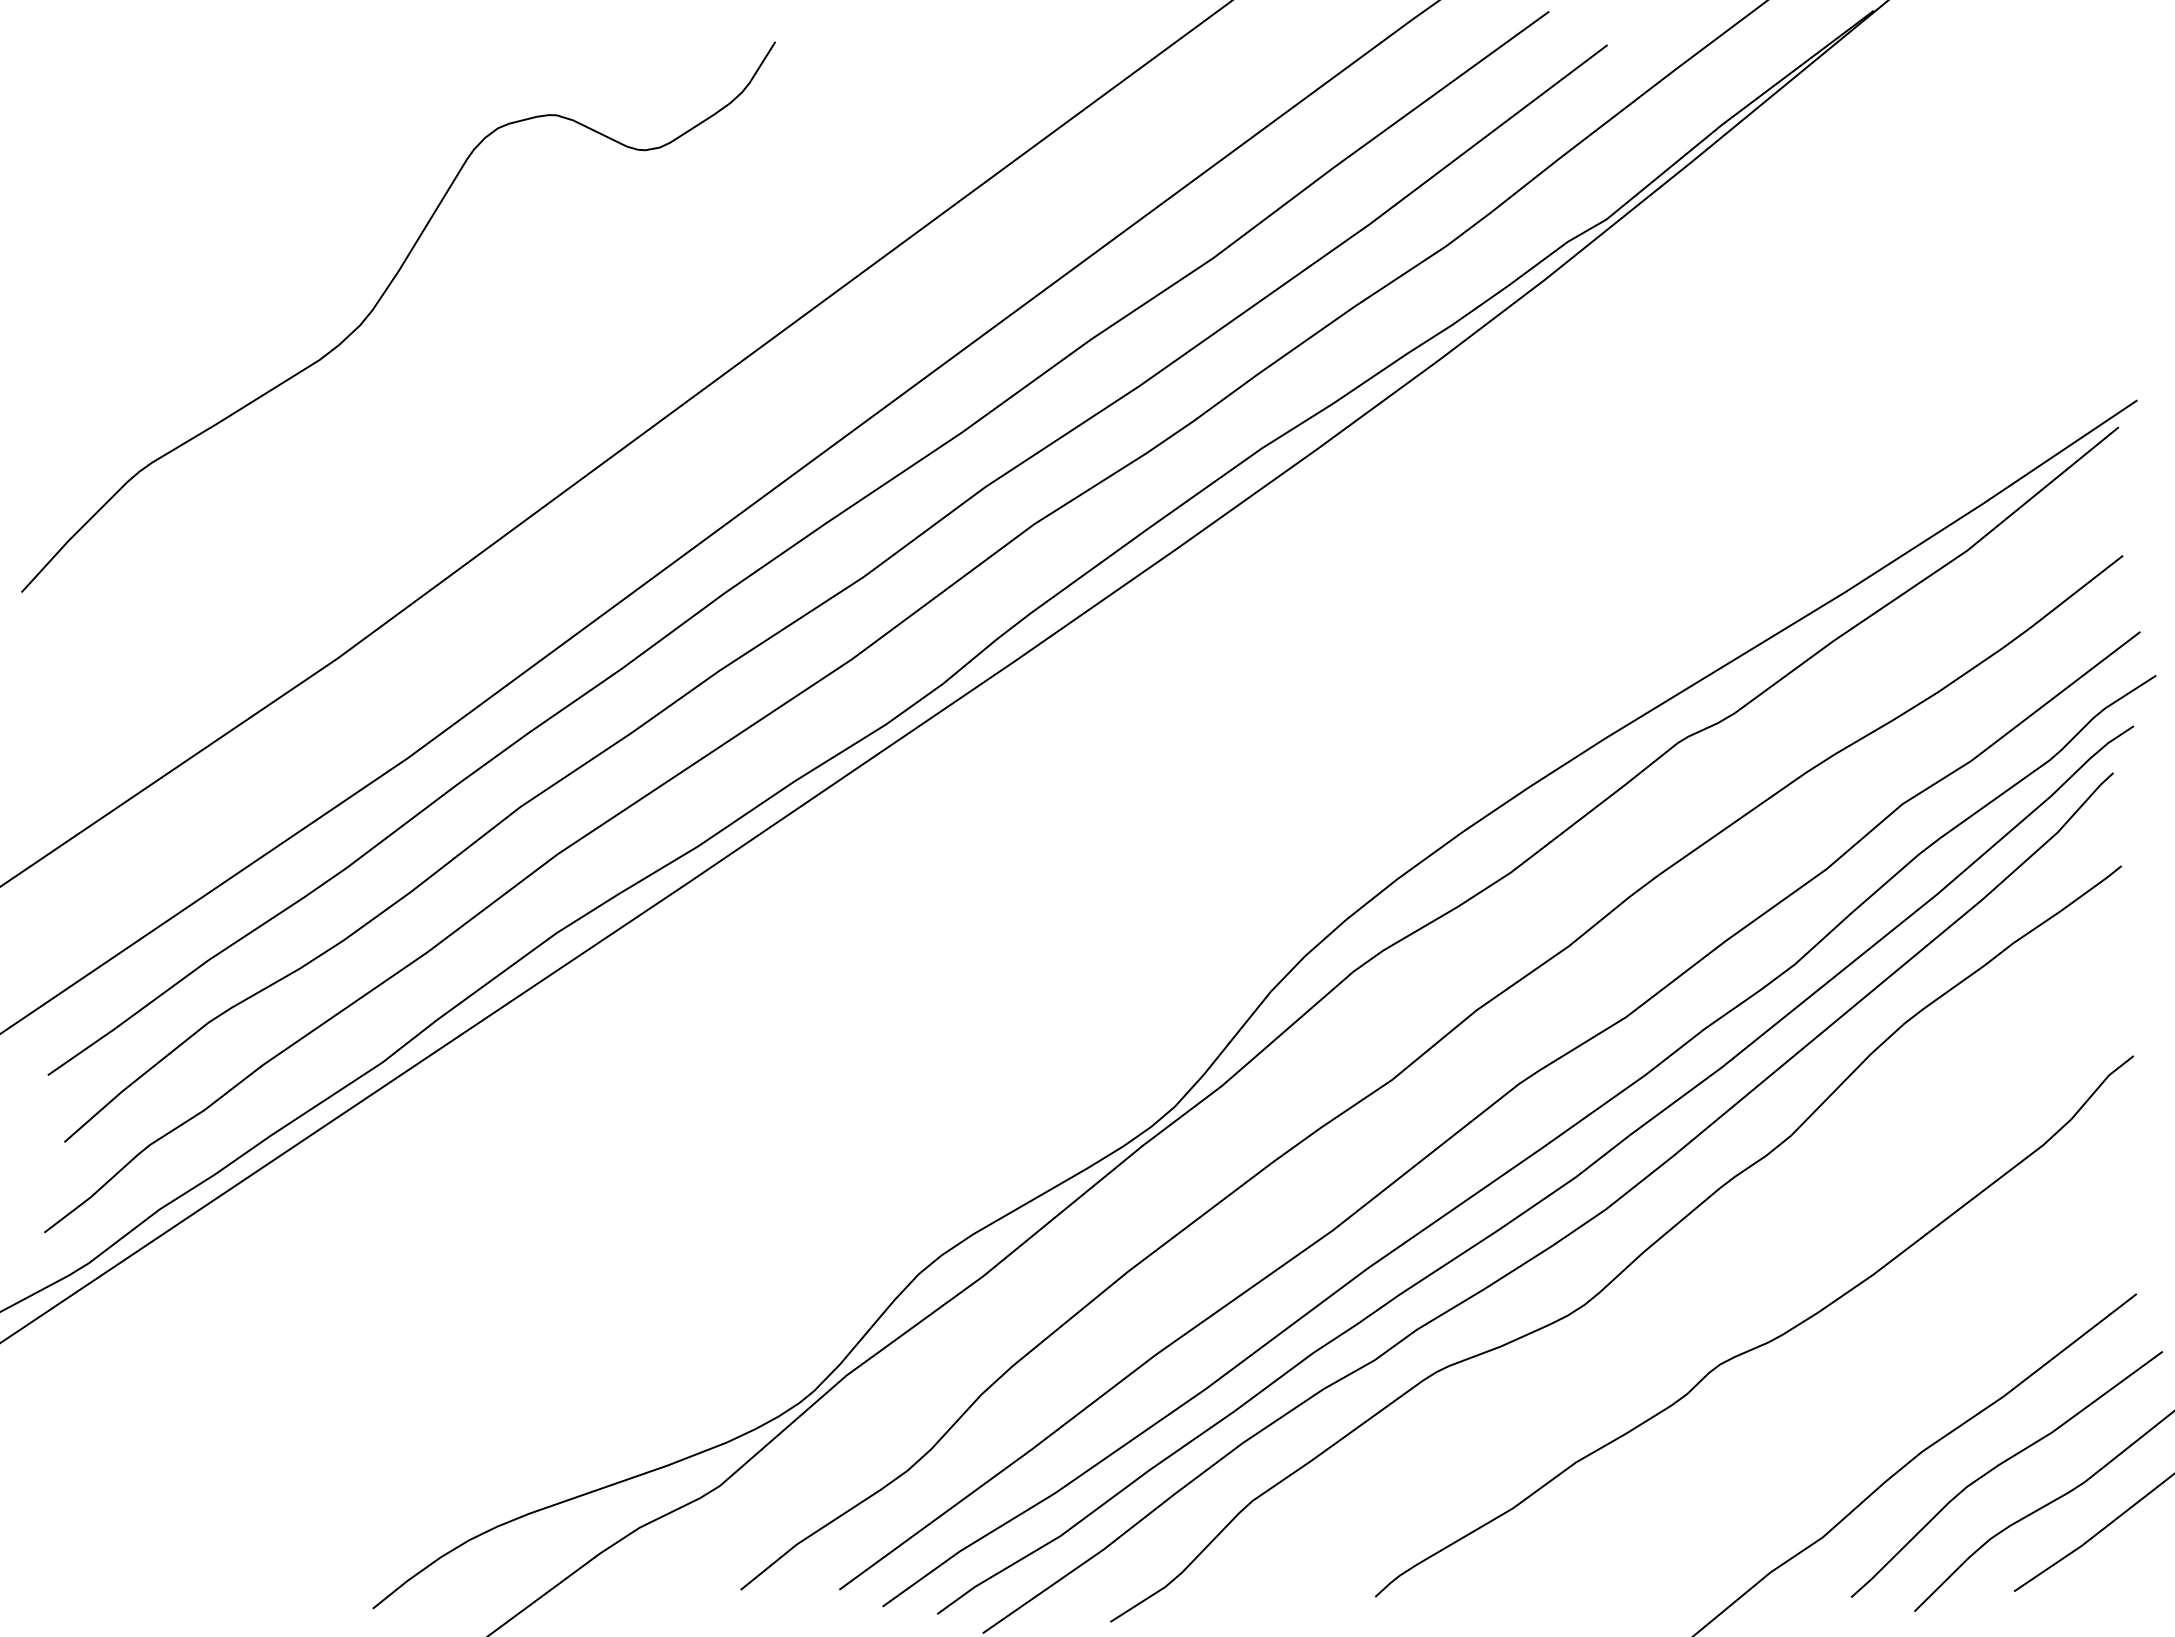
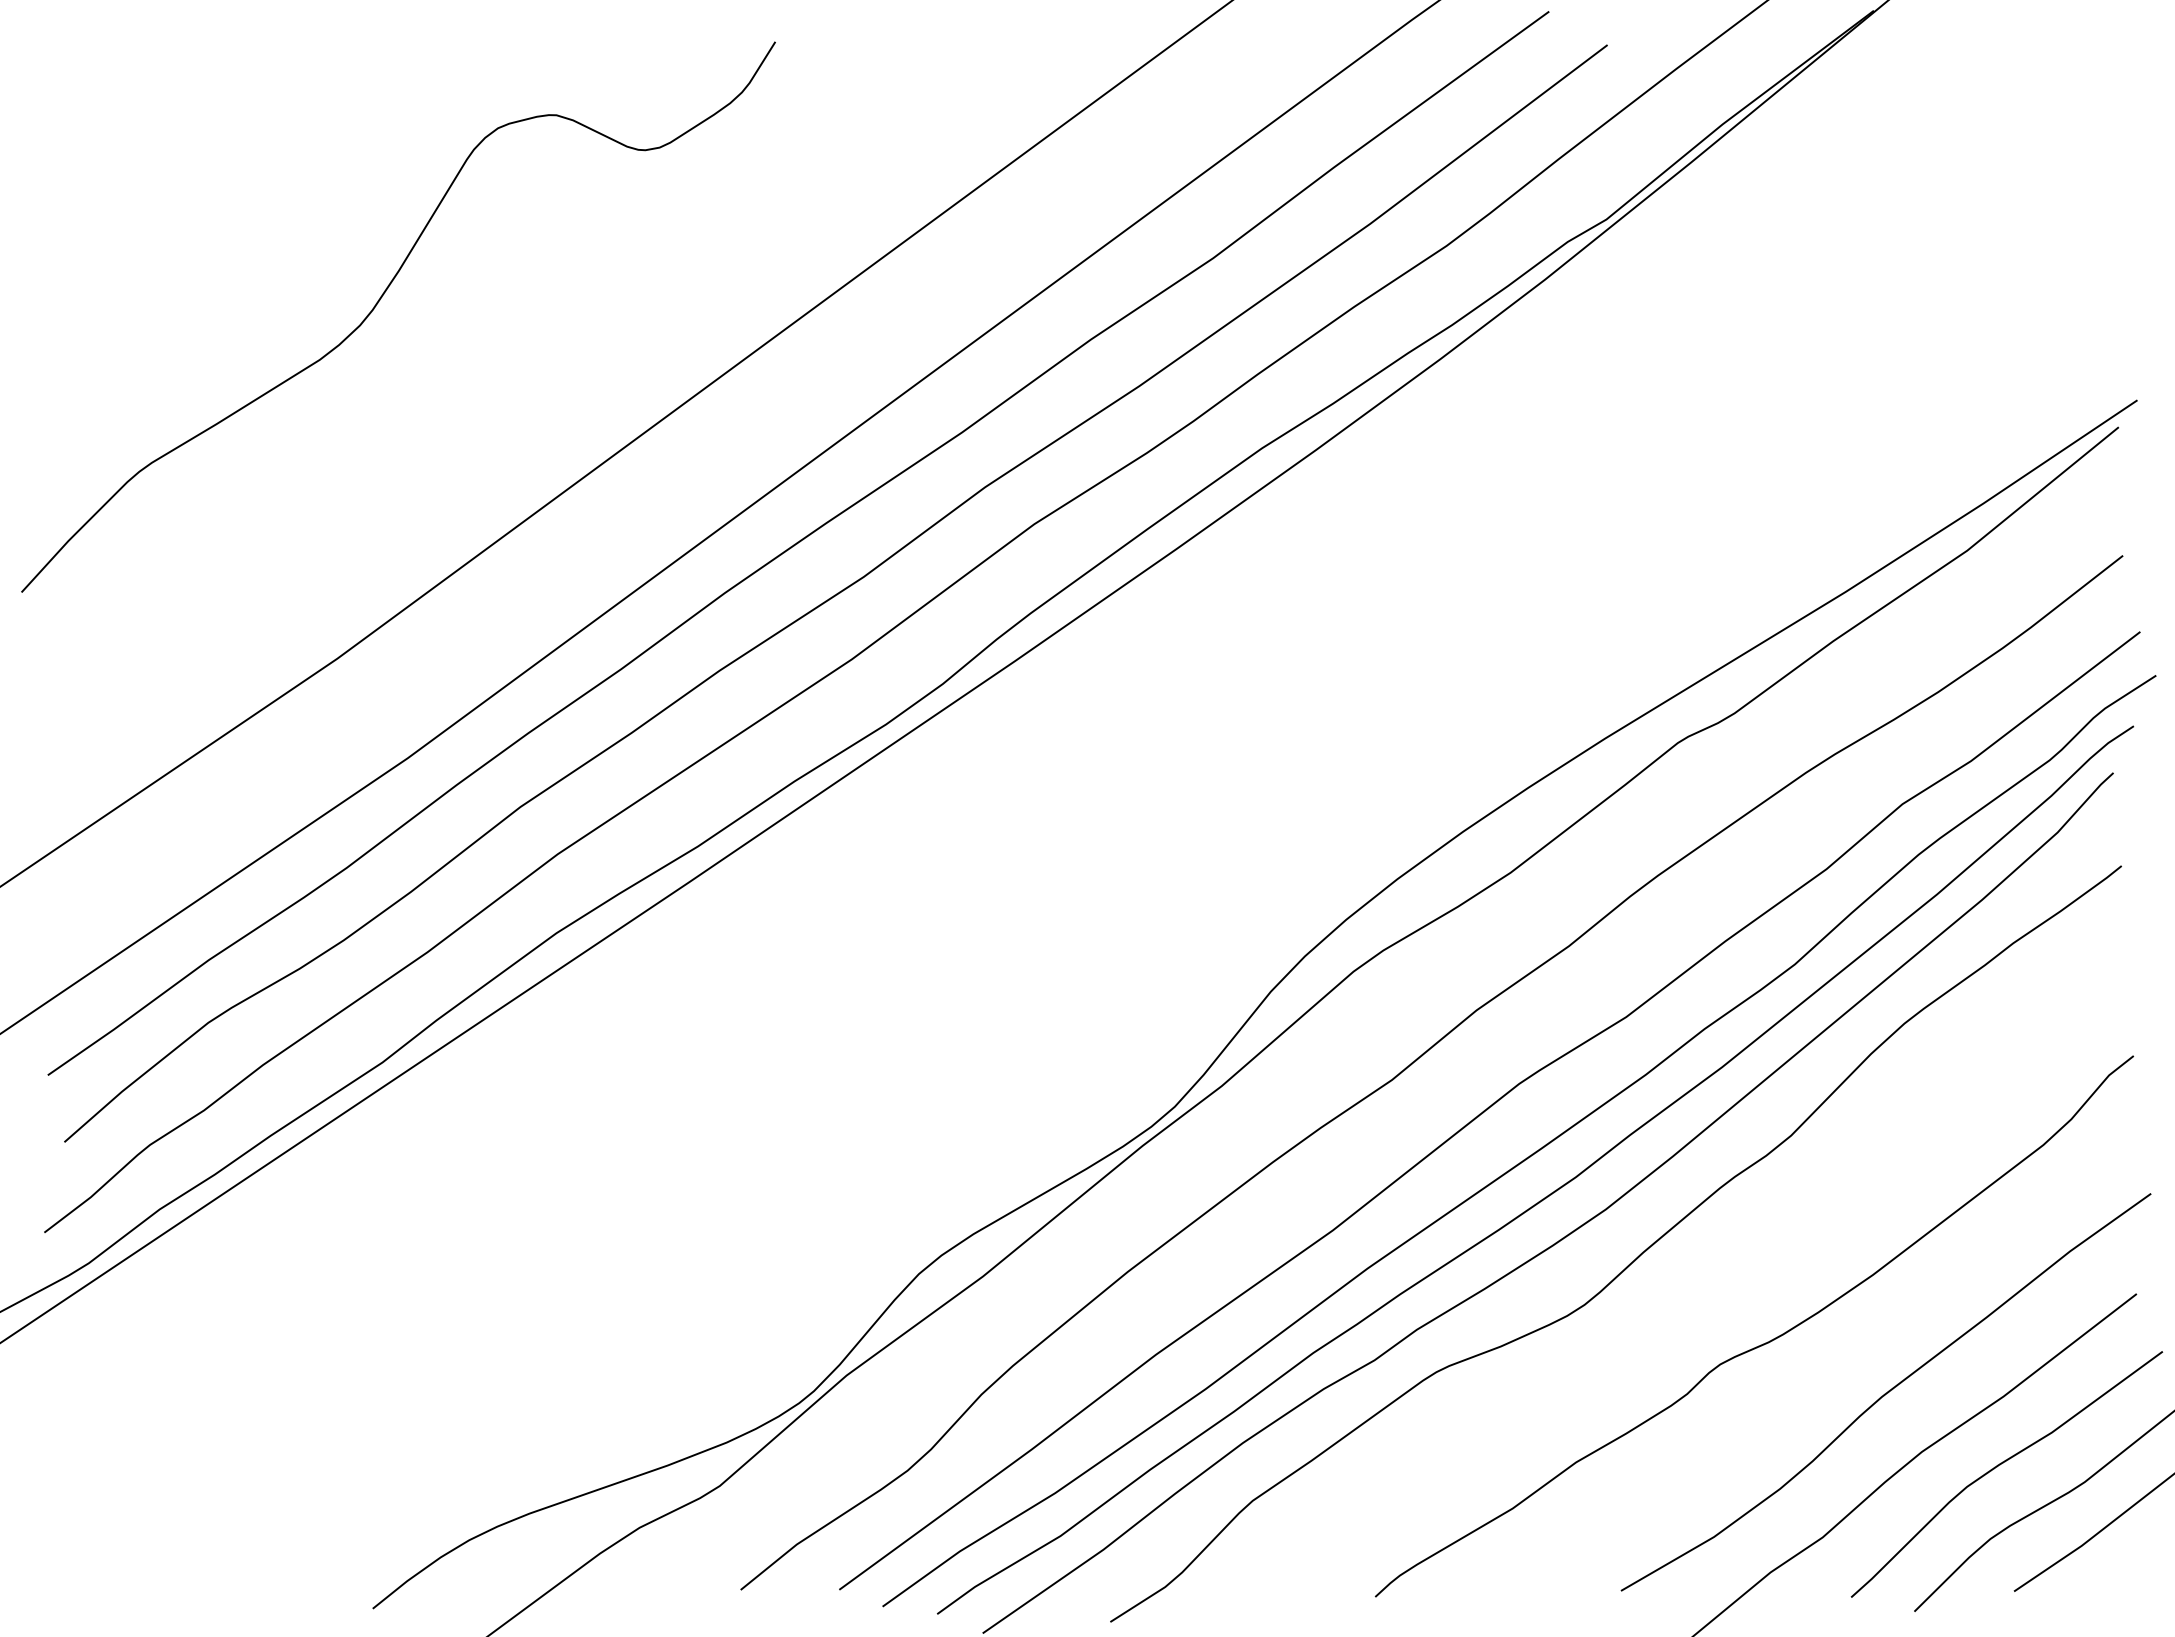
curve at (1886, 1392): none -> present
